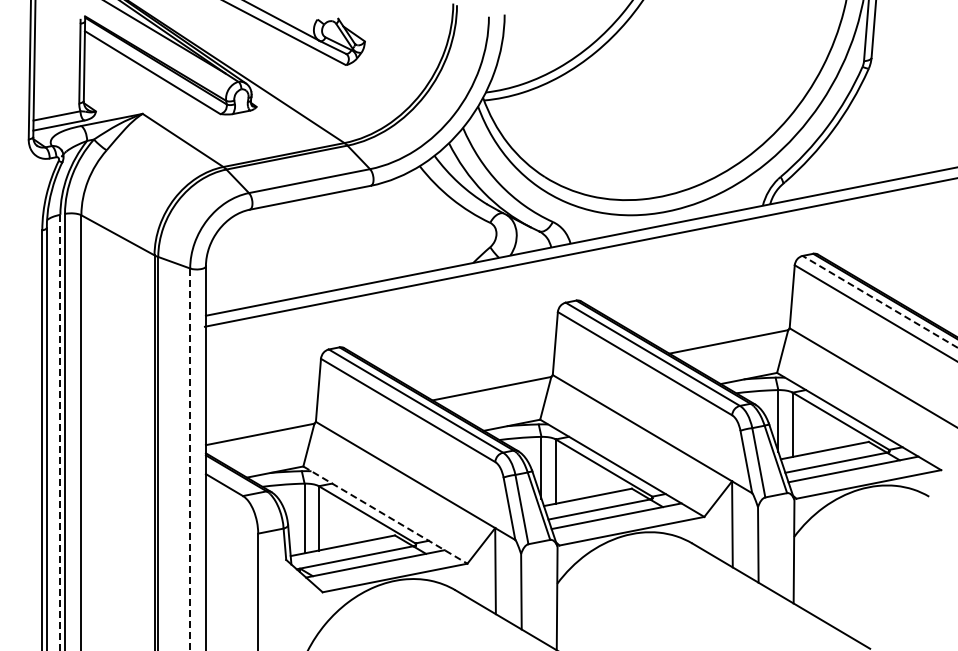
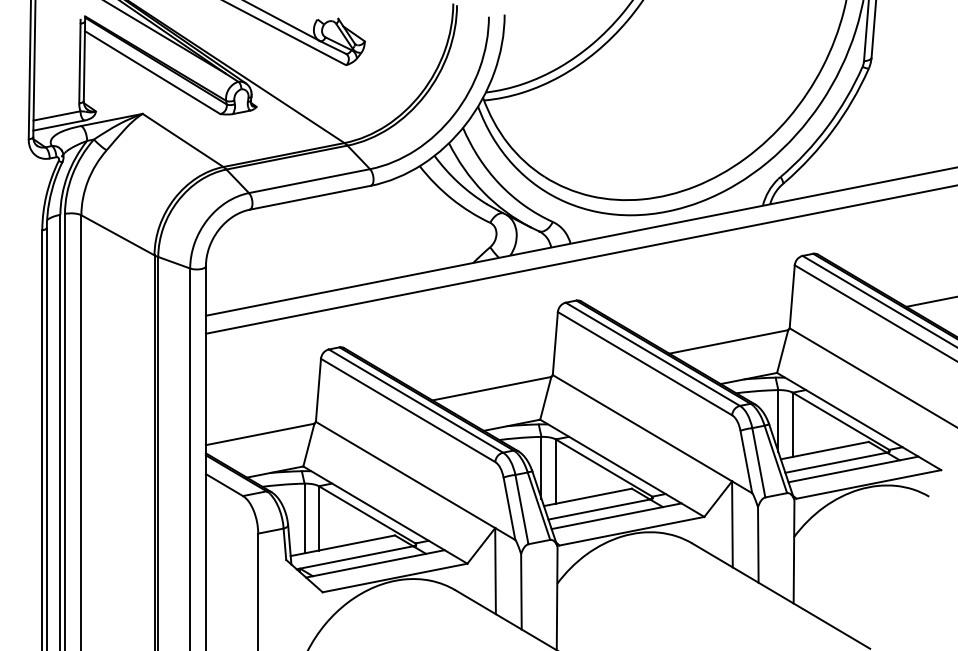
line at (579, 252) position: (579, 252) -> (579, 259)
line at (879, 301): dashed -> solid
line at (930, 301): none -> present
line at (60, 432): dashed -> solid
line at (190, 459): dashed -> solid
line at (385, 515): dashed -> solid
